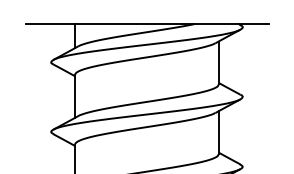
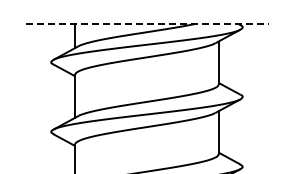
line at (147, 24): solid -> dashed
